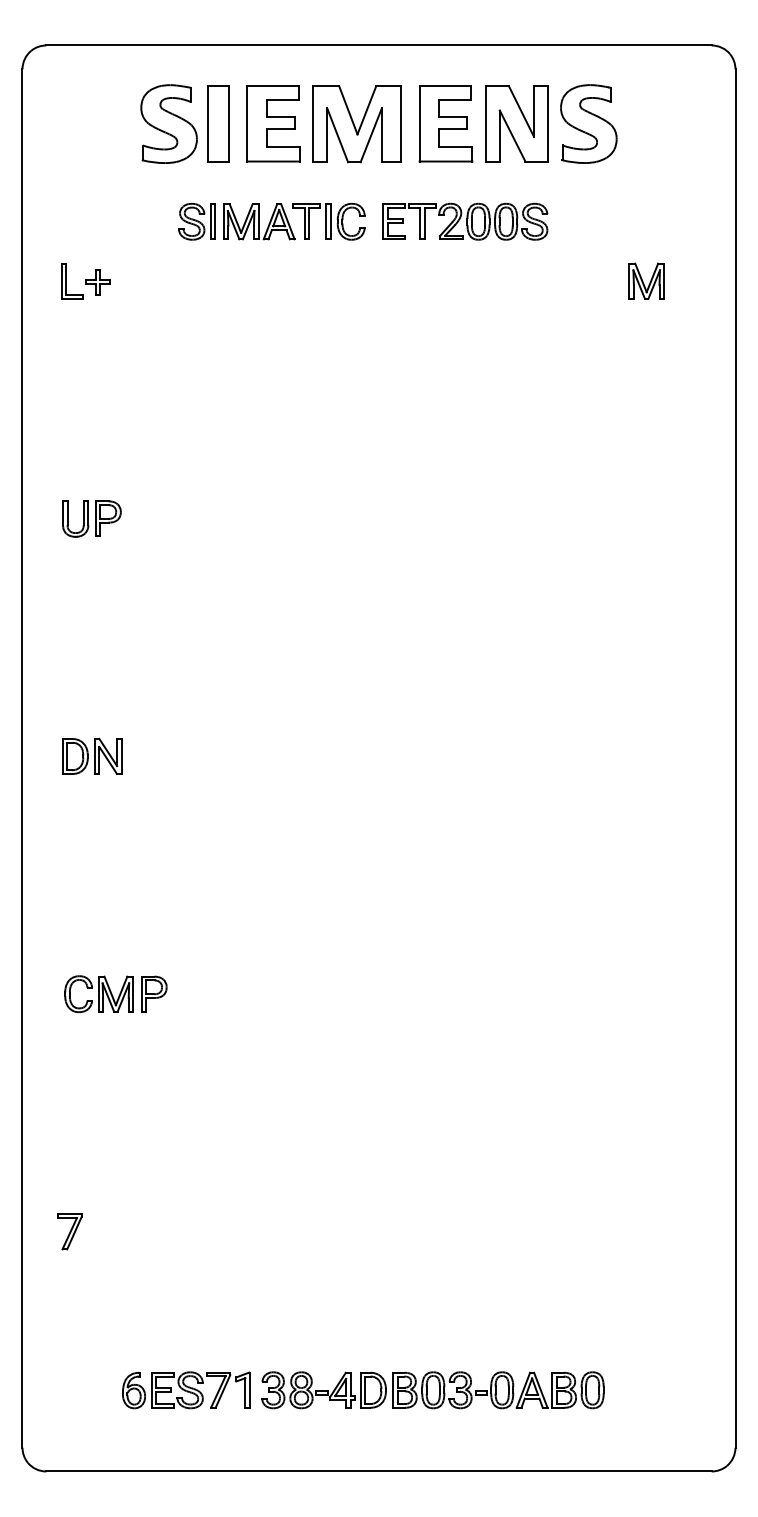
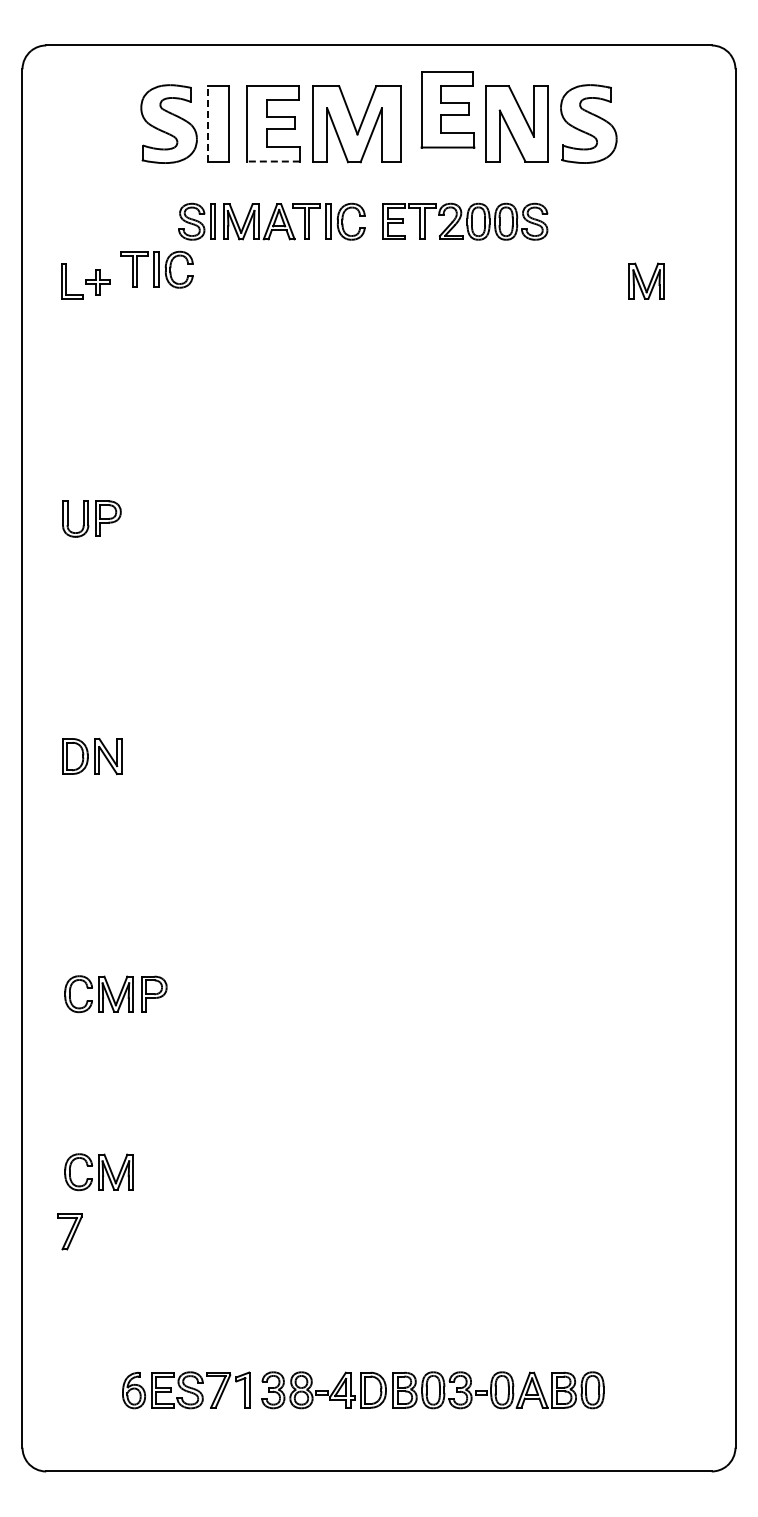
line at (208, 123): solid -> dashed
part at (445, 123) position: (445, 123) -> (447, 109)
line at (273, 161): solid -> dashed
part at (156, 269): none -> present
part at (98, 1172): none -> present
